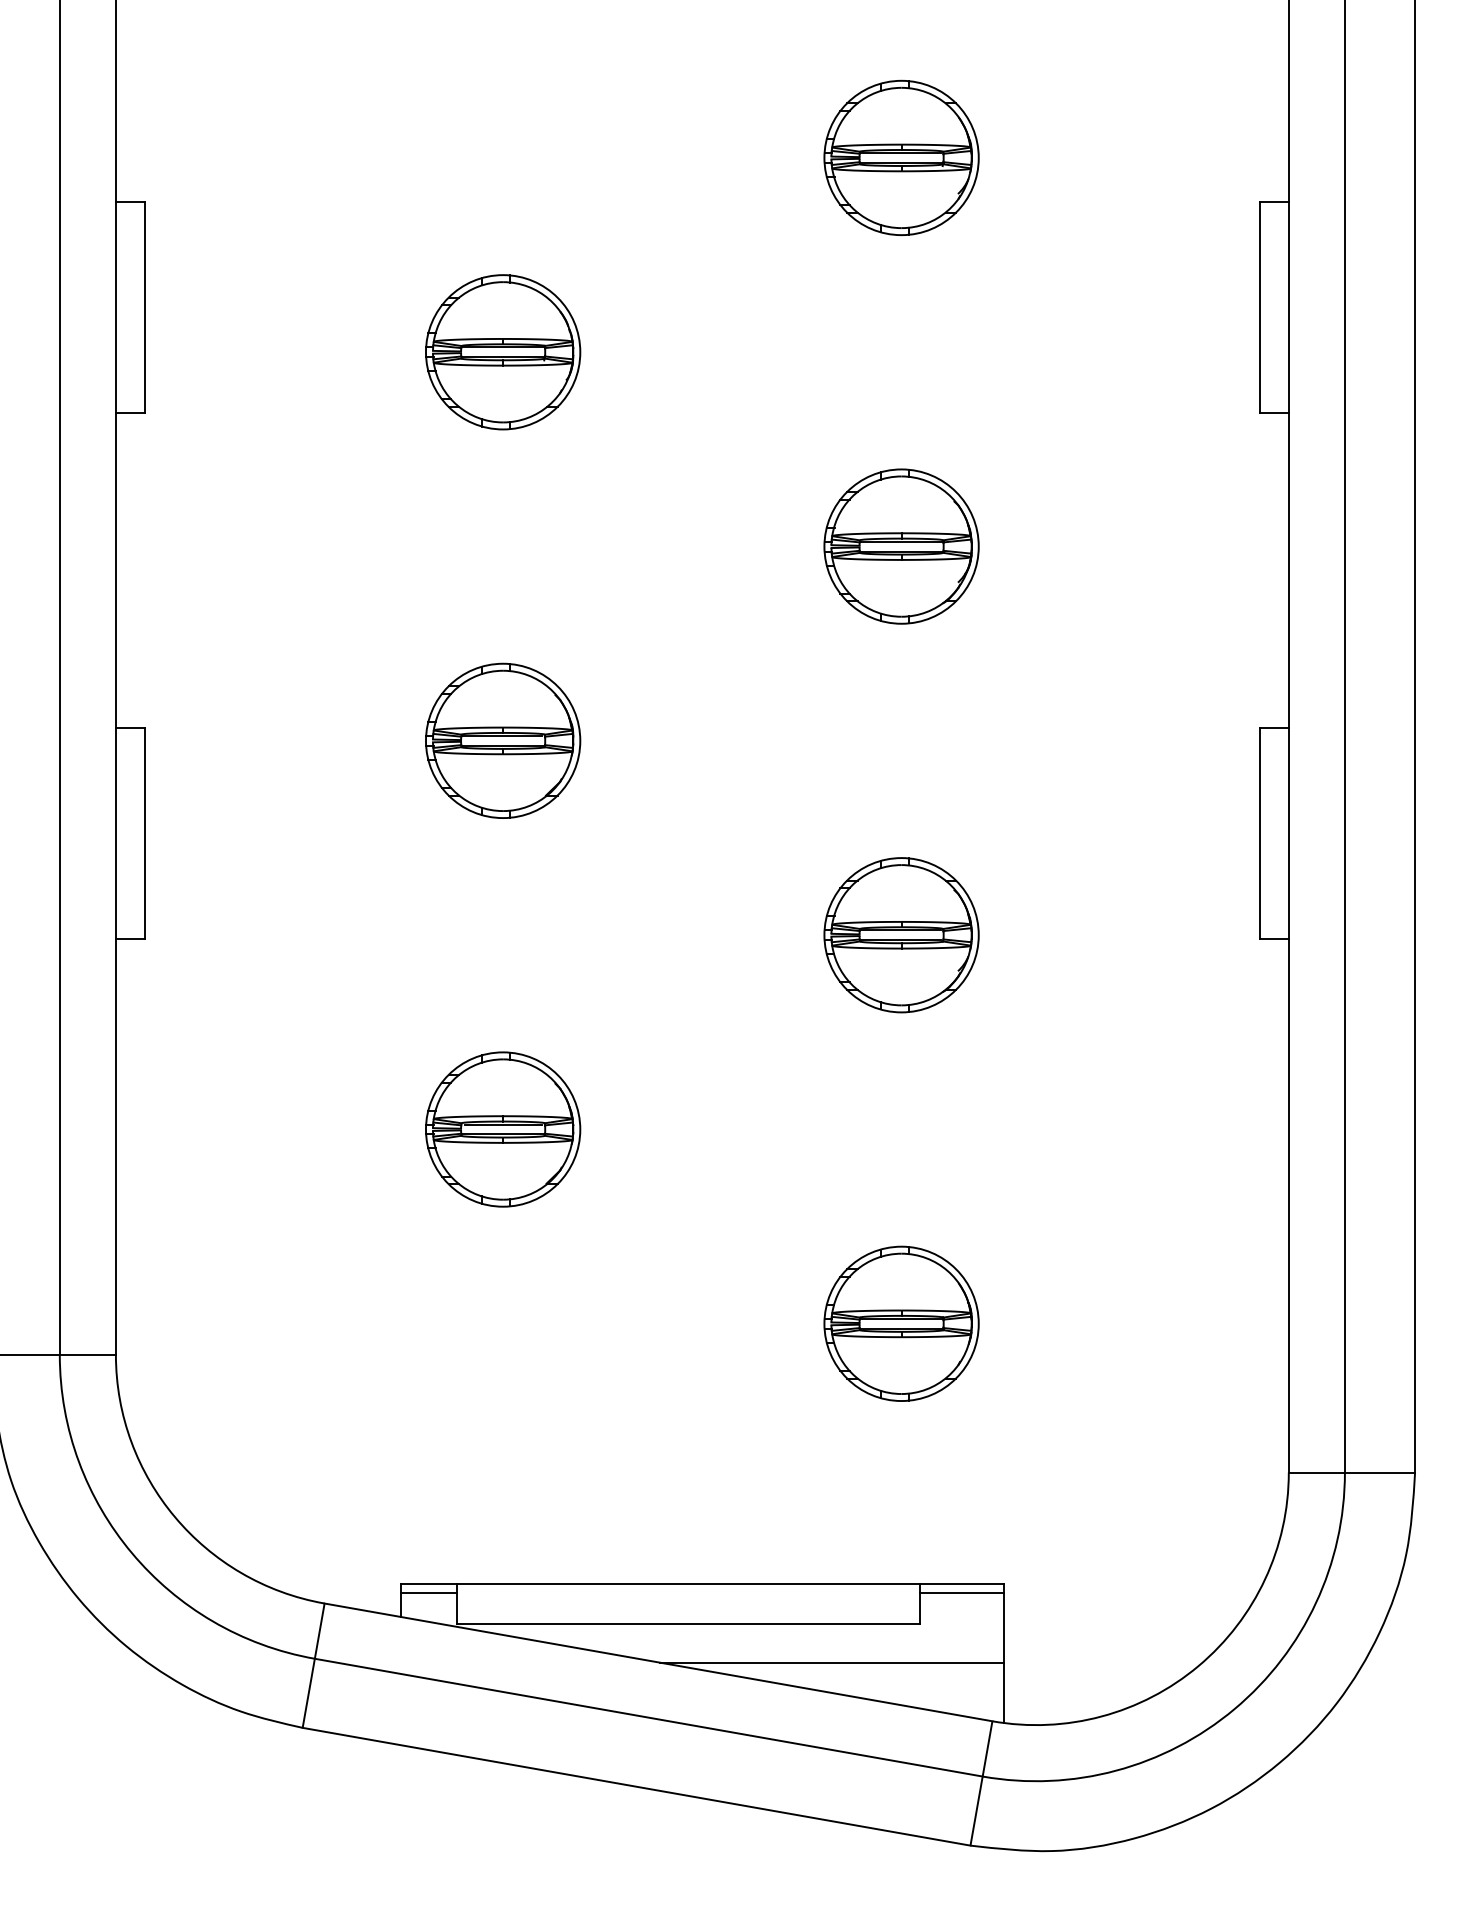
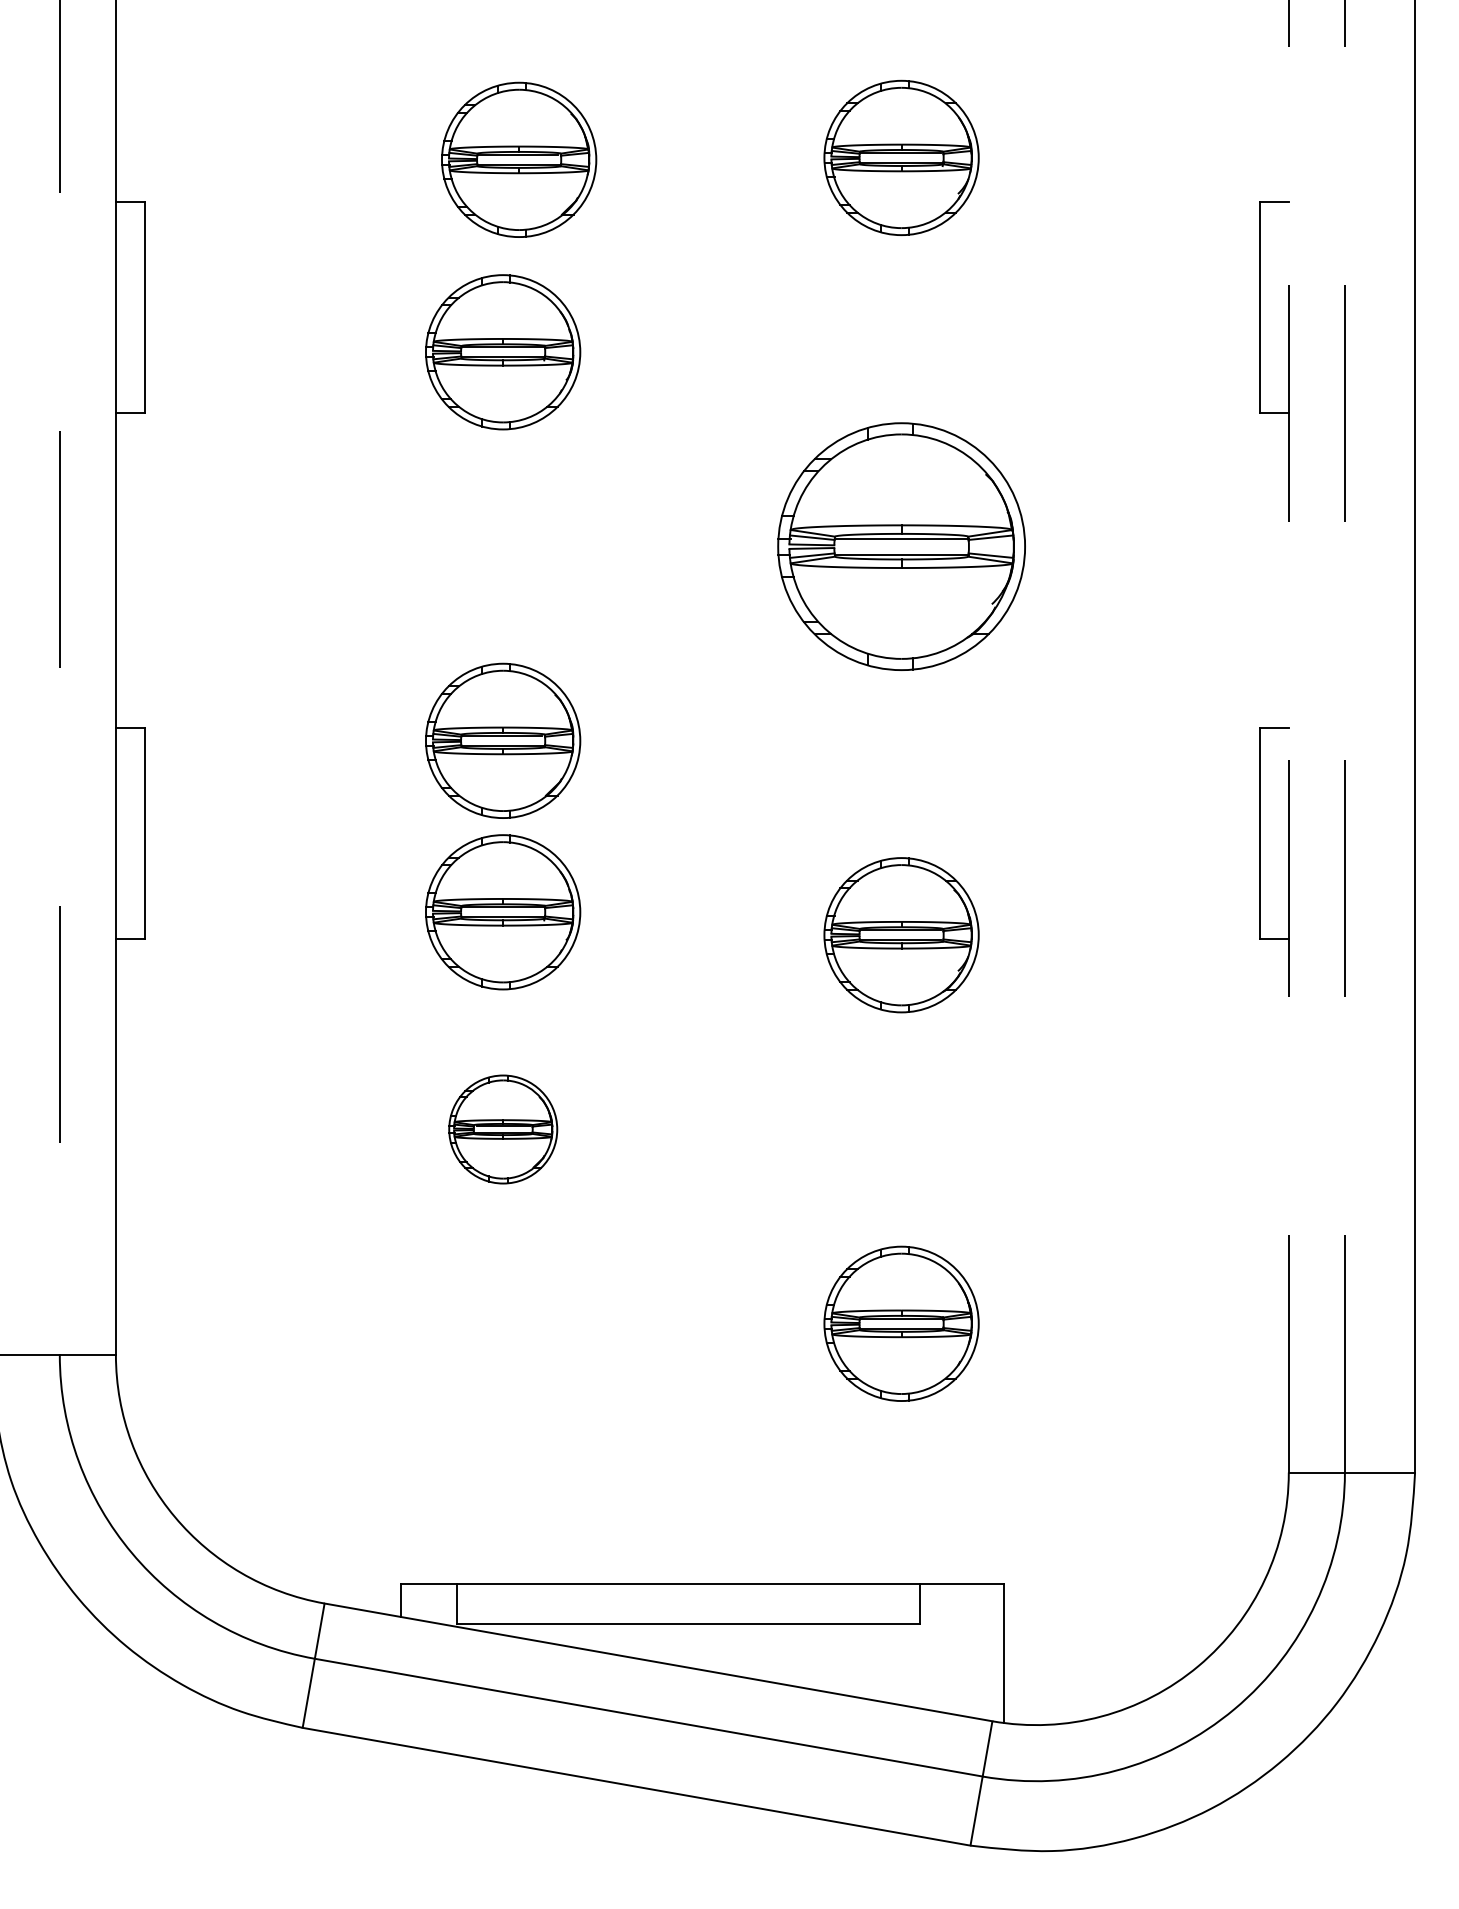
part at (519, 159): none -> present
part at (901, 546) size: 157x157 px -> 249x249 px
line at (59, 677): solid -> dashed
line at (1288, 736): solid -> dashed
line at (1344, 736): solid -> dashed
part at (503, 912): none -> present
part at (503, 1129) size: 157x157 px -> 111x111 px
line at (428, 1592): present -> none
line at (961, 1592): present -> none
line at (832, 1662): present -> none
